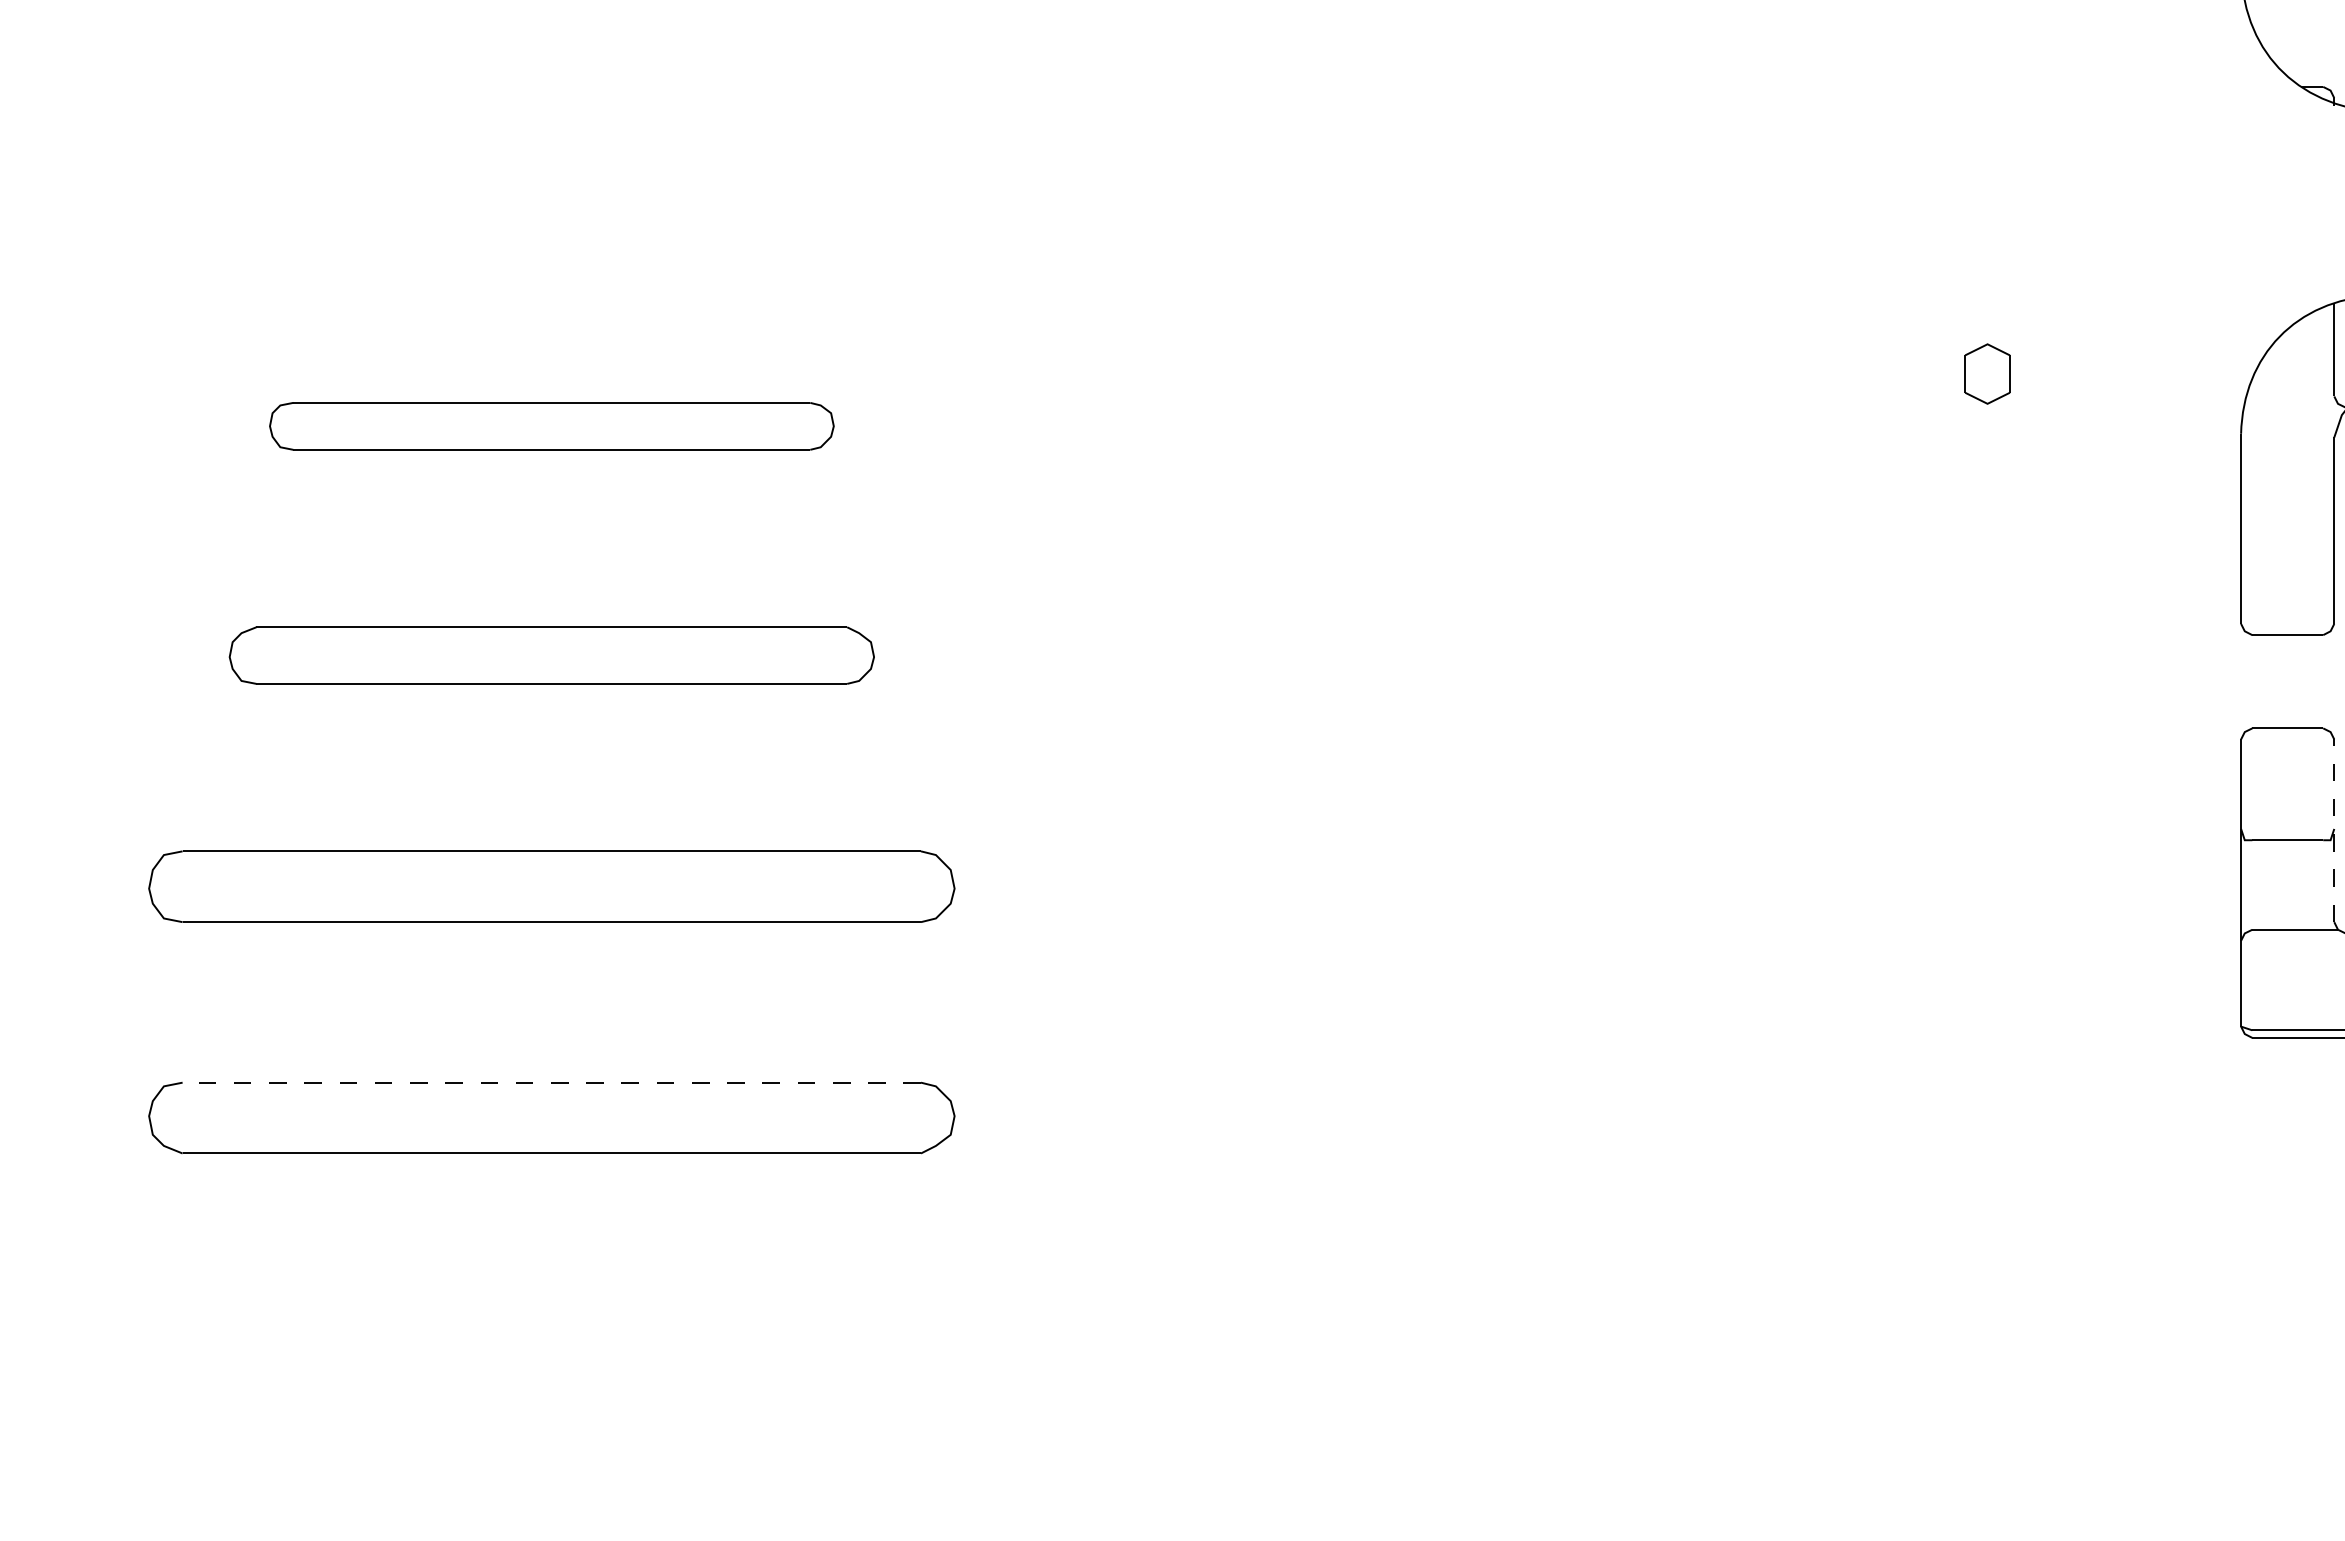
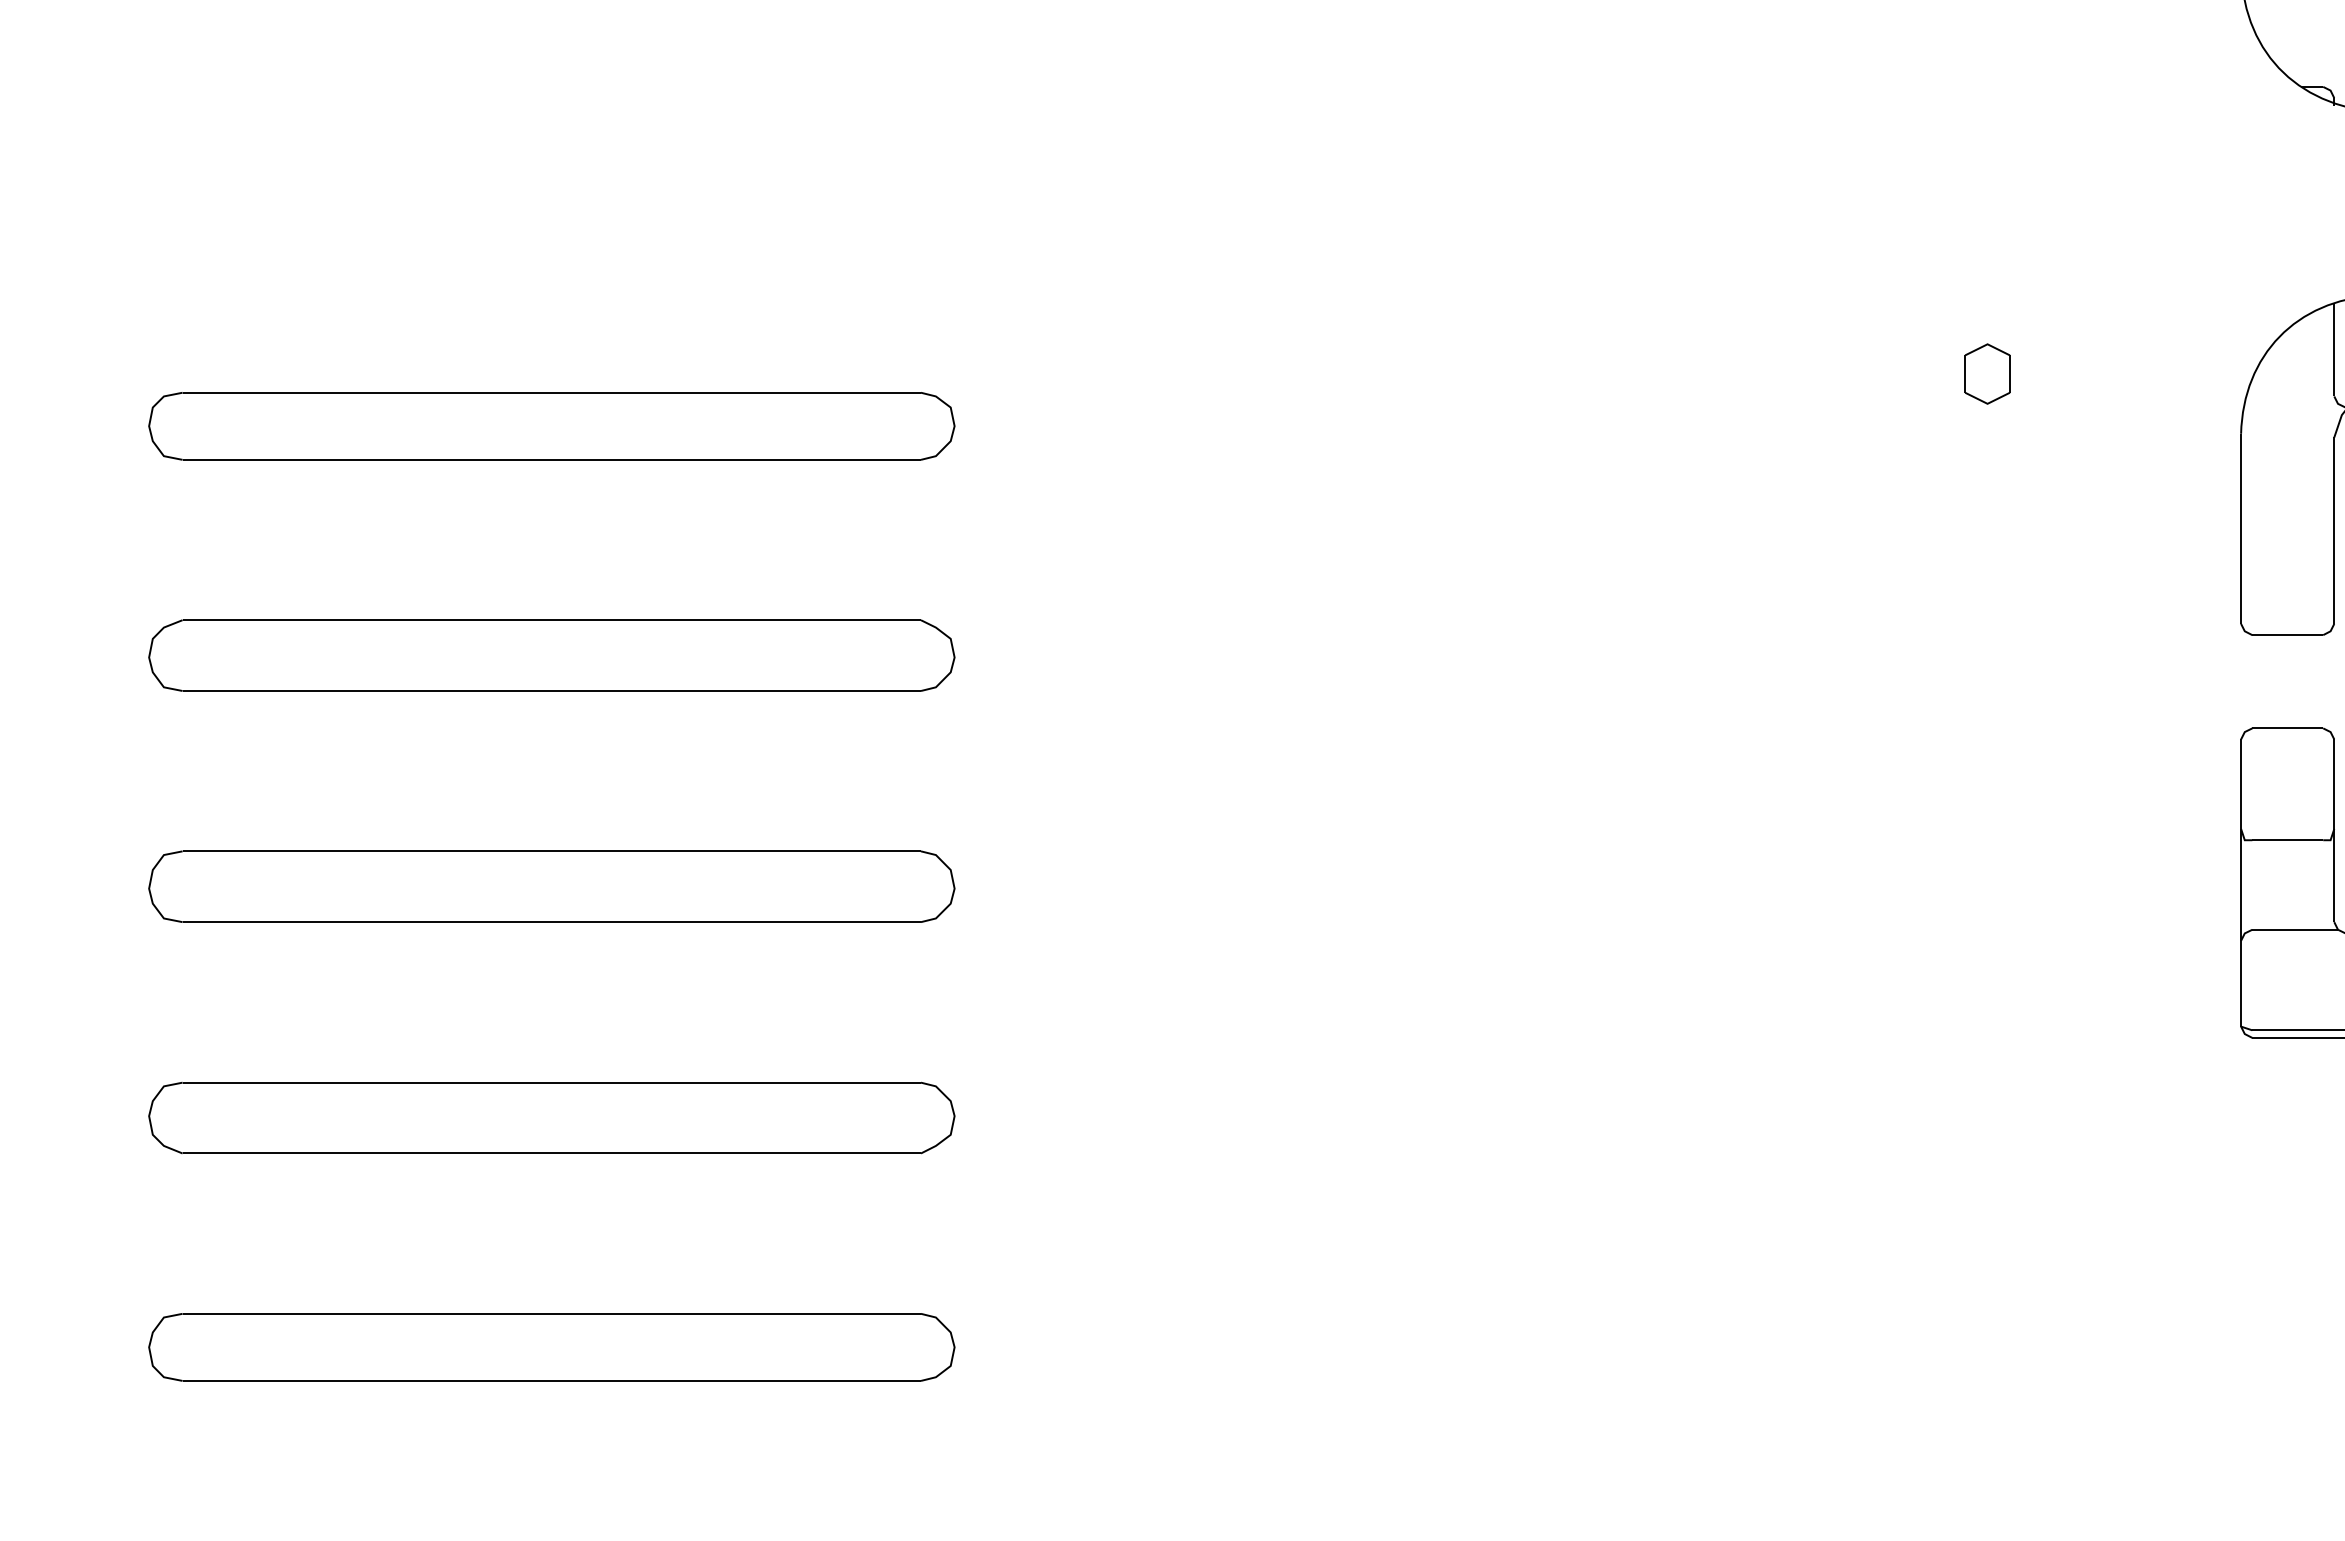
part at (551, 426) size: 566x49 px -> 808x69 px
part at (551, 655) size: 647x59 px -> 808x73 px
line at (2334, 830): dashed -> solid
line at (551, 1082): dashed -> solid
part at (551, 1347): none -> present
